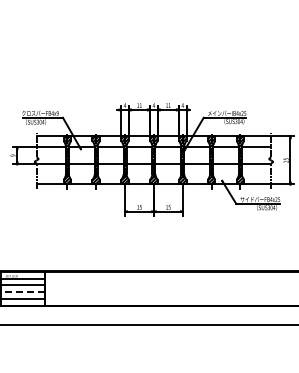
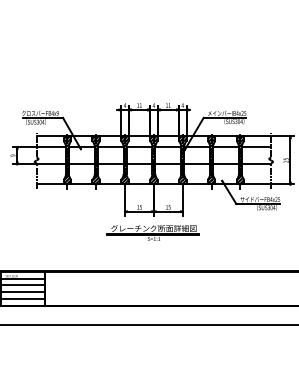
part at (152, 232): none -> present
line at (21, 292): dashed -> solid
